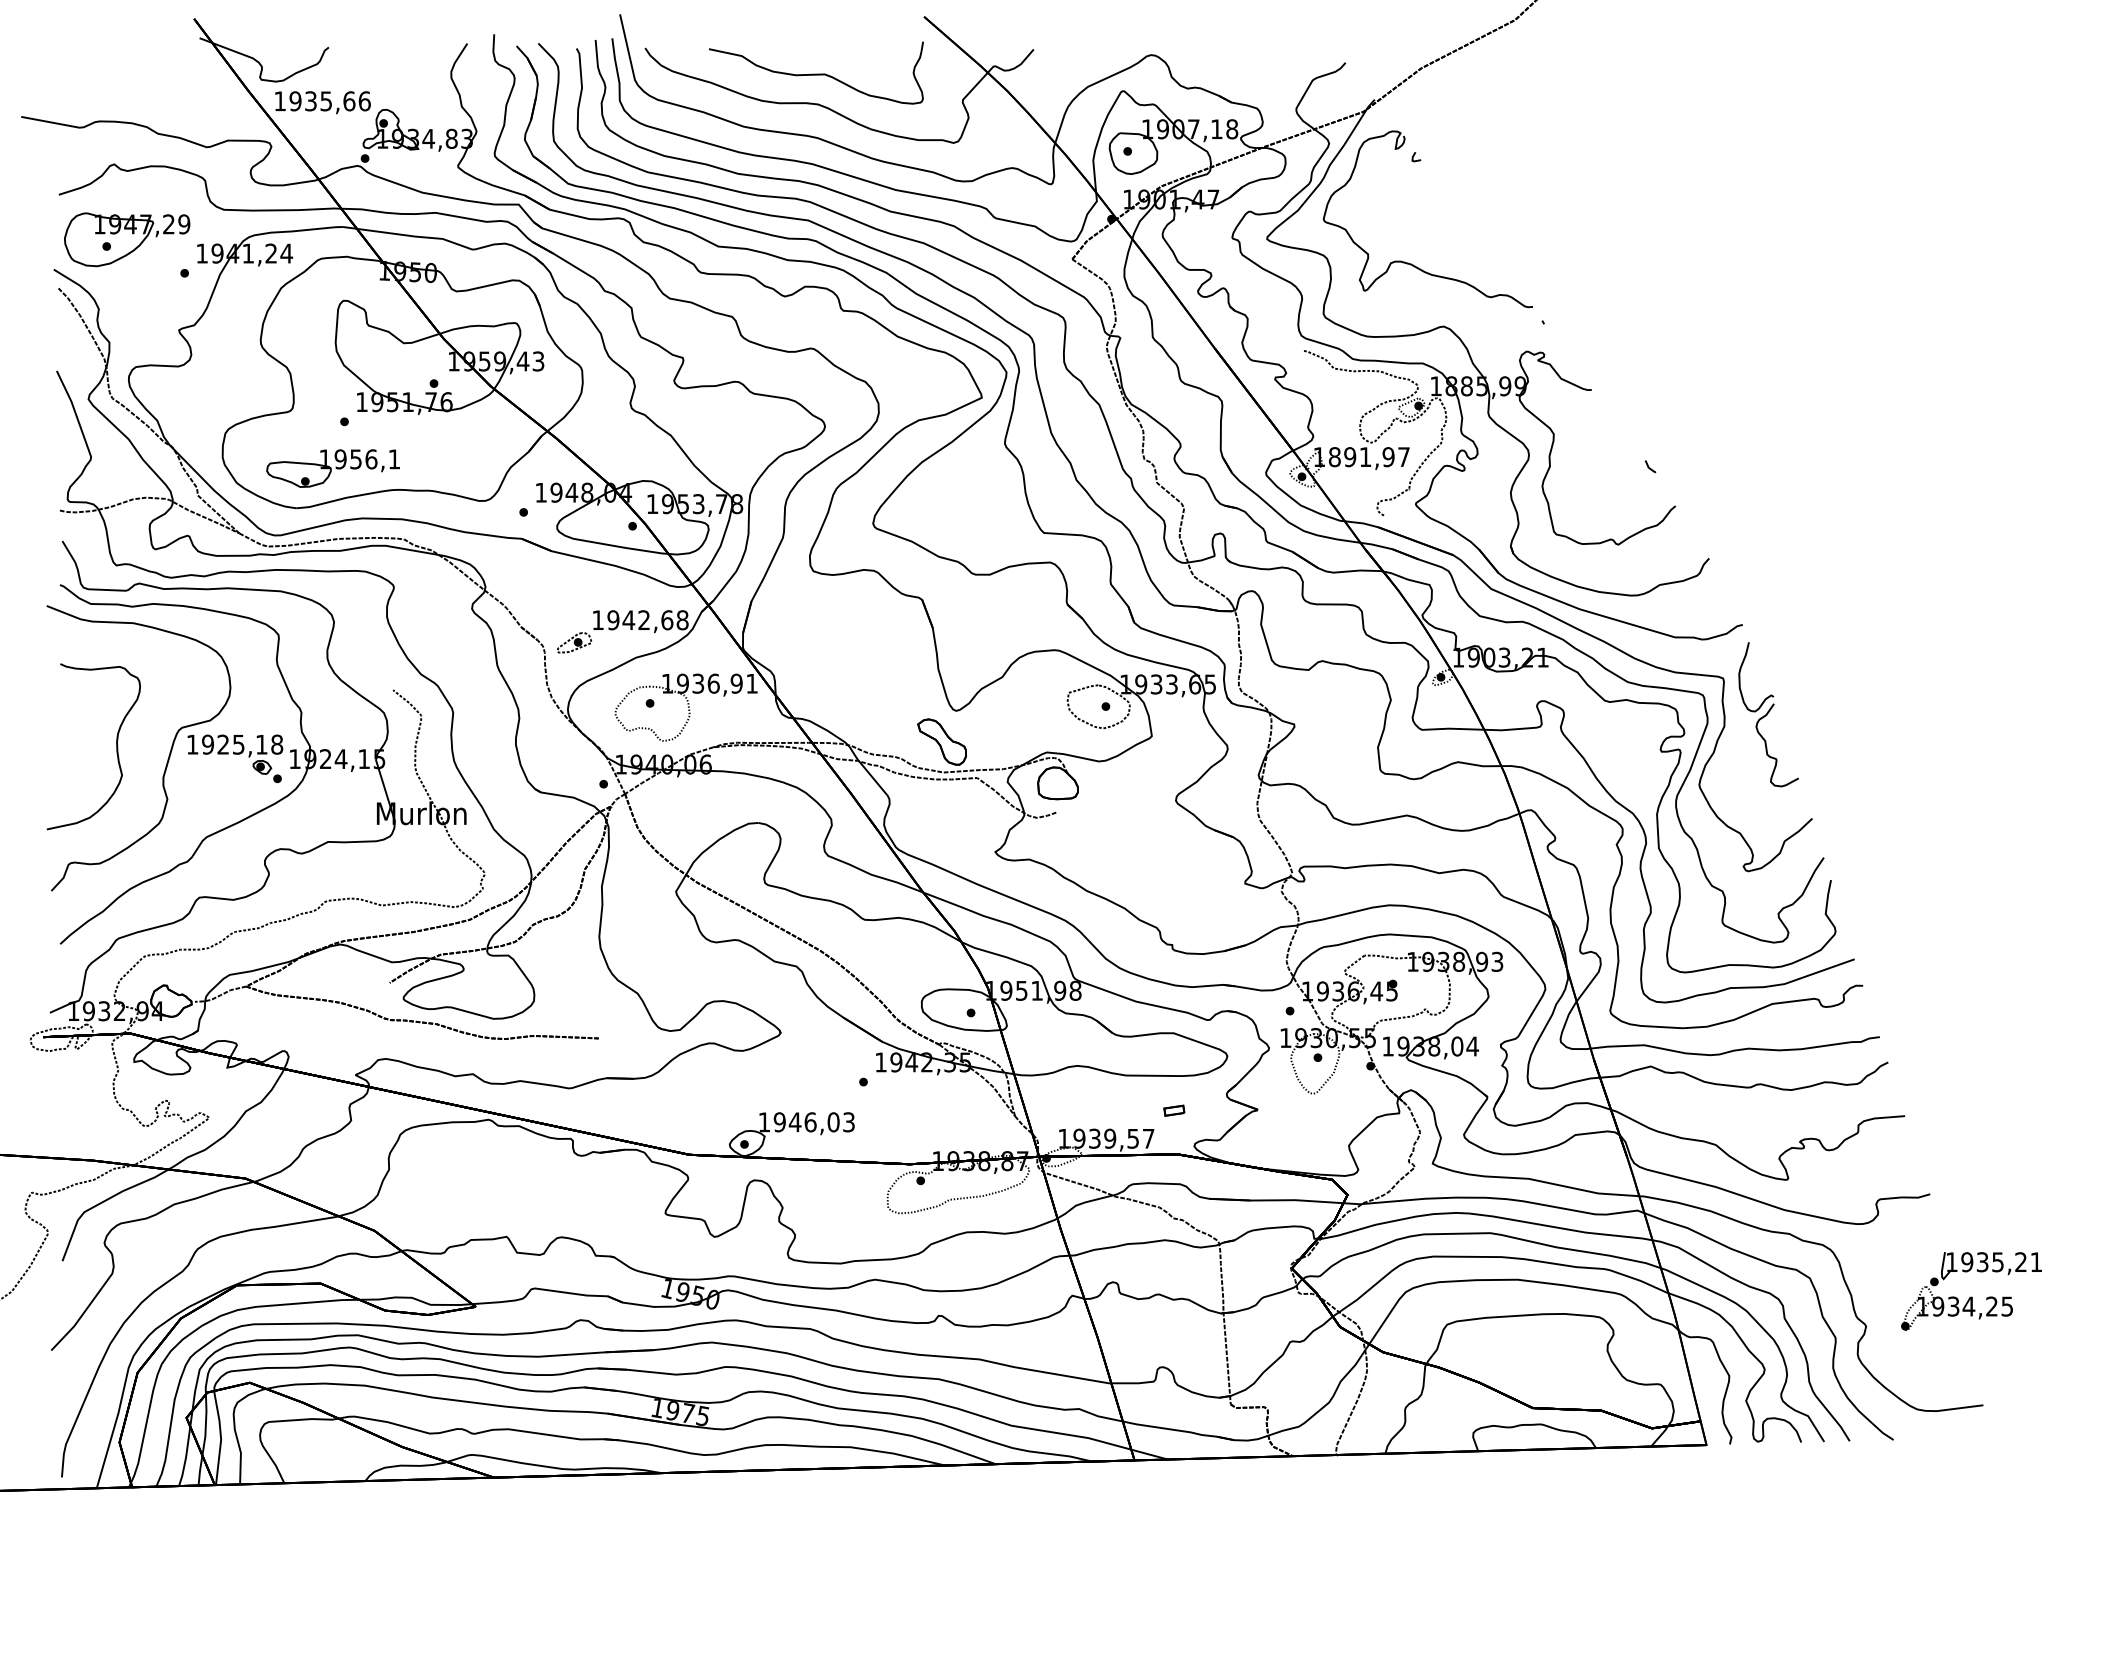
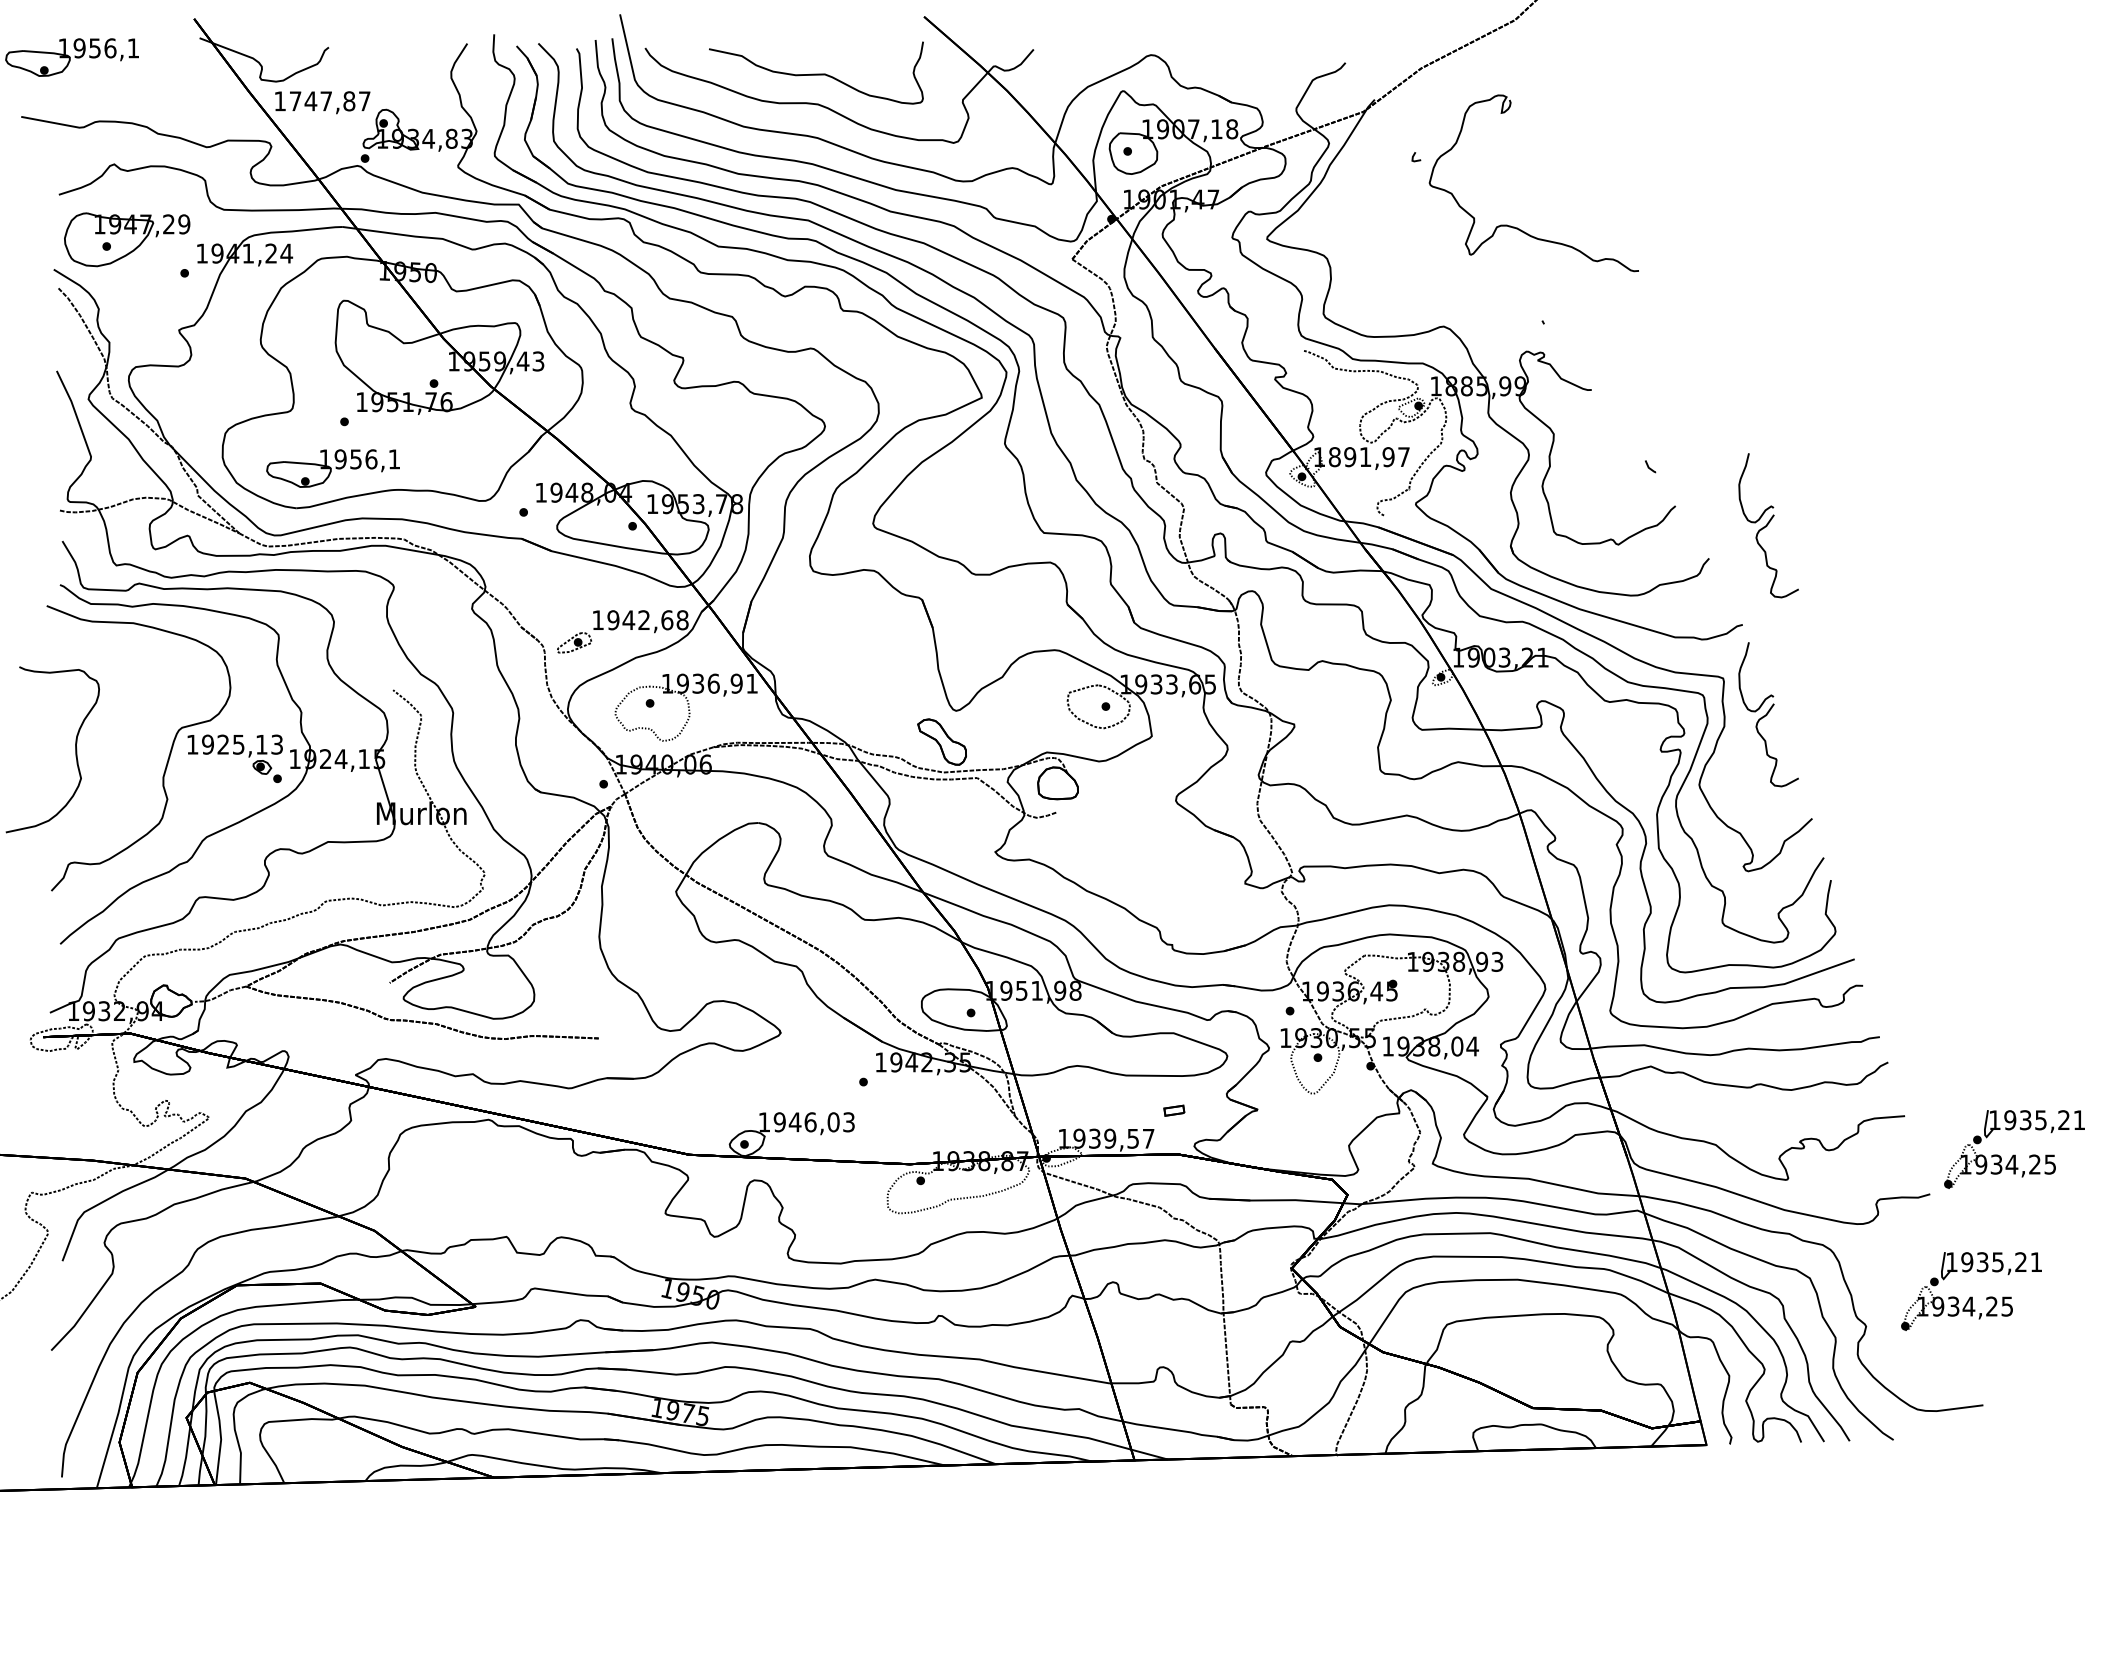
part at (71, 57): none -> present
text at (329, 101): 1935,66 -> 1747,87
curve at (1411, 263) position: (1411, 263) -> (1517, 227)
part at (1768, 525): none -> present
text at (277, 744): 1925,18 -> 1925,13
curve at (116, 746) position: (116, 746) -> (75, 749)
part at (2014, 1149): none -> present
